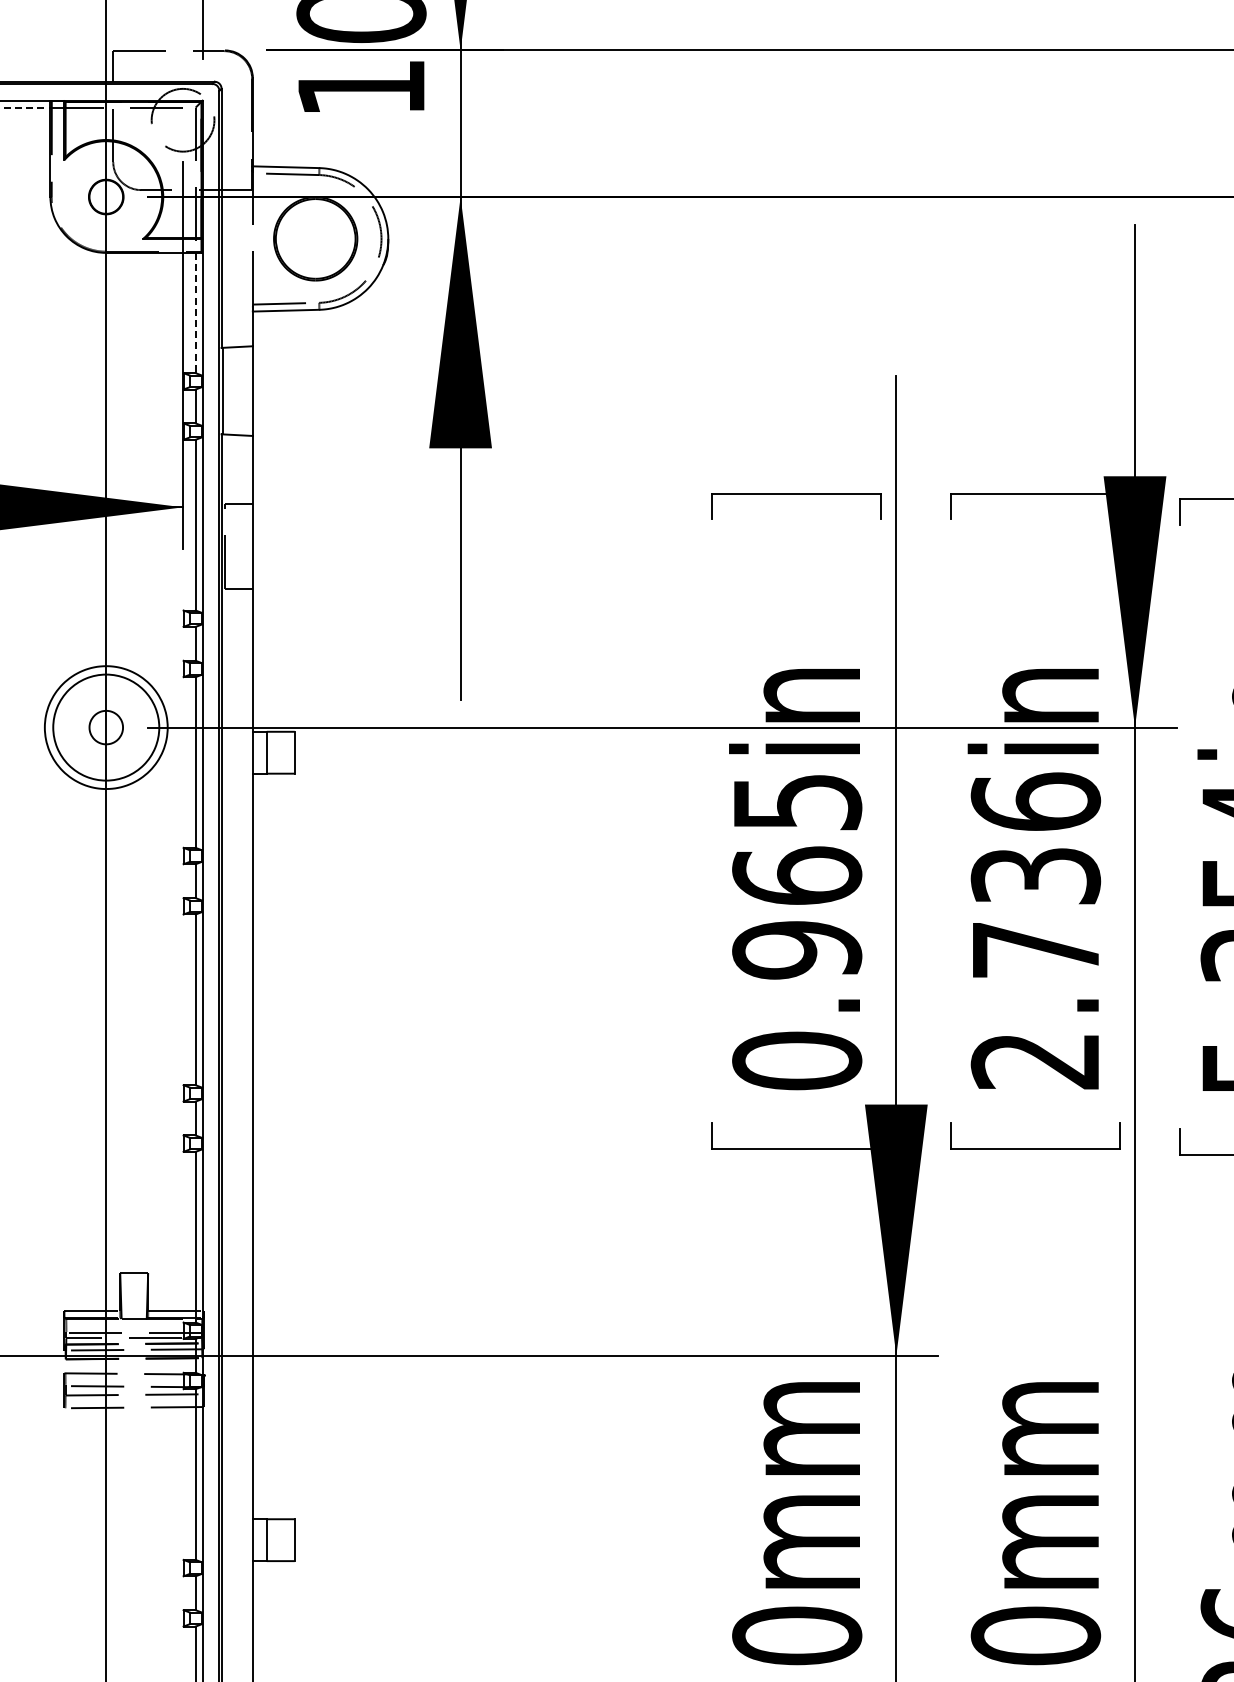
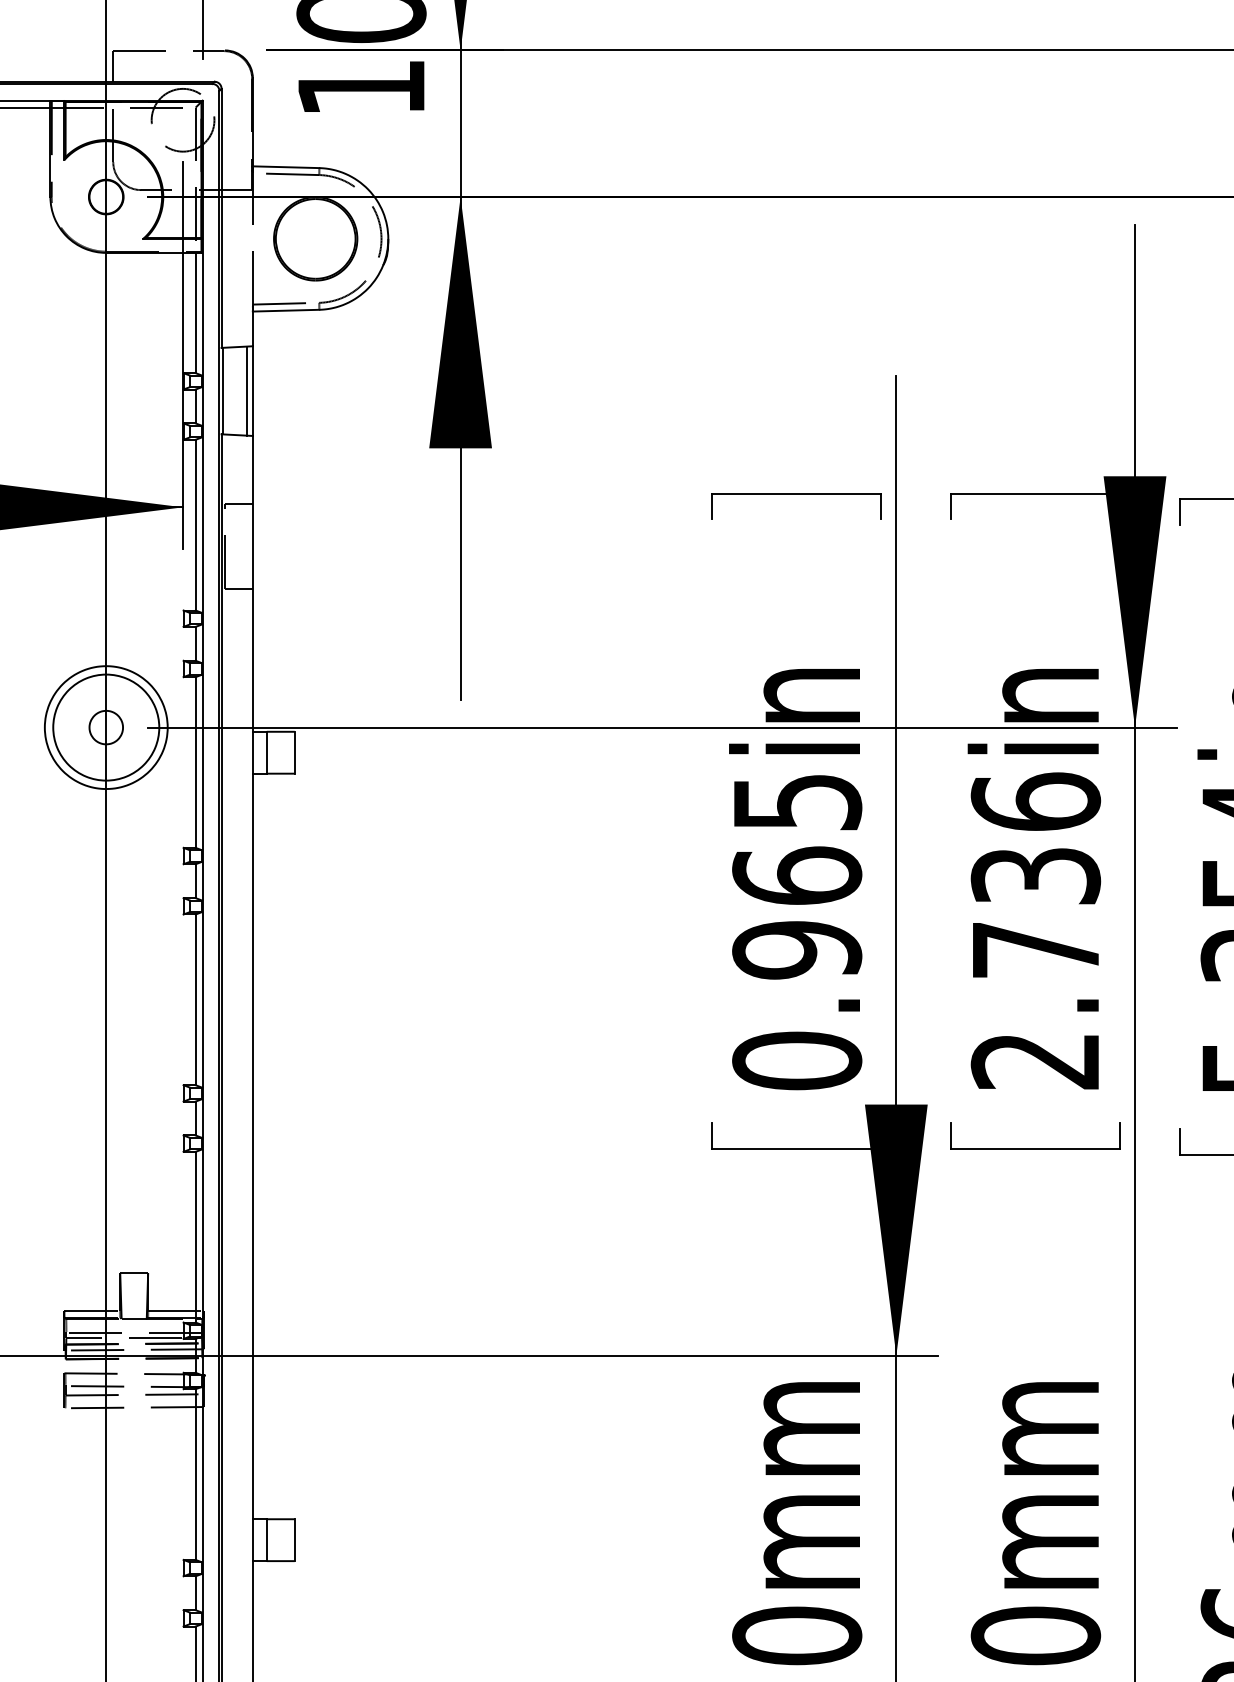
line at (25, 107): dashed -> solid
line at (195, 313): dashed -> solid
line at (247, 390): none -> present
